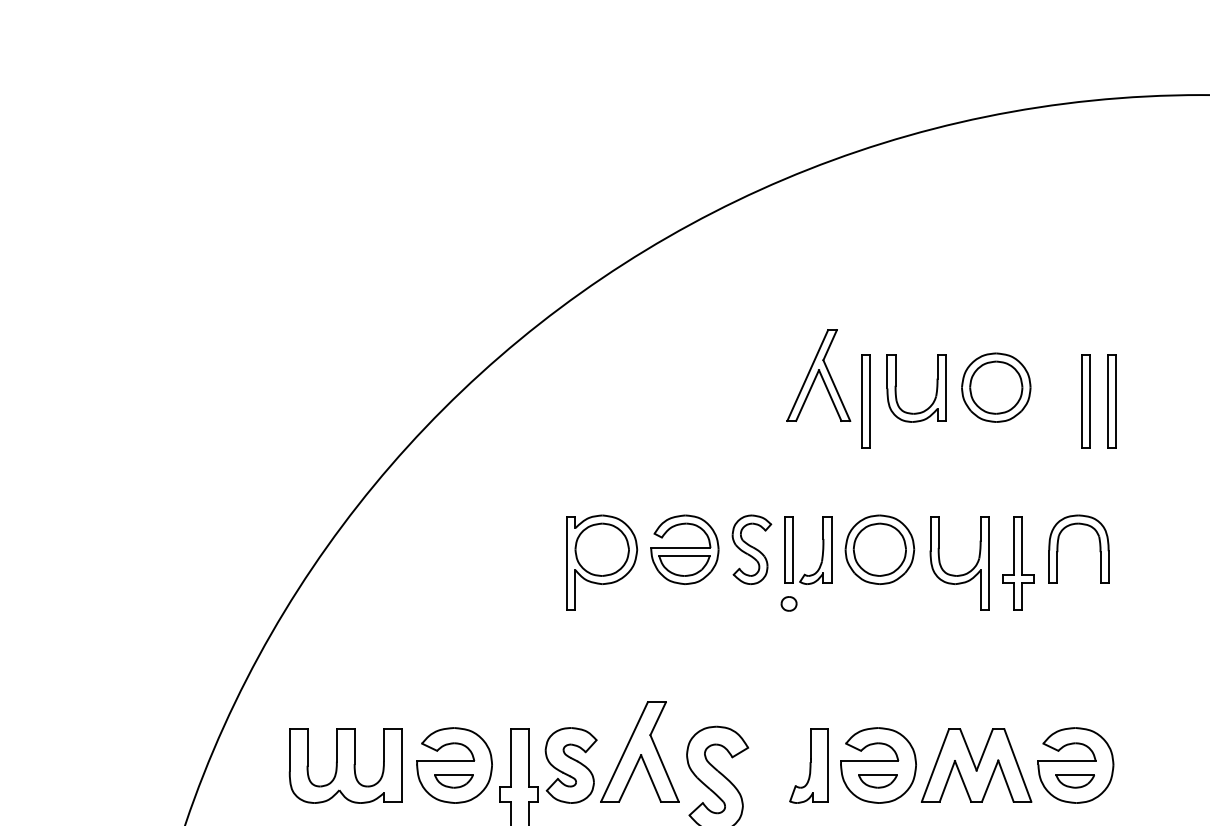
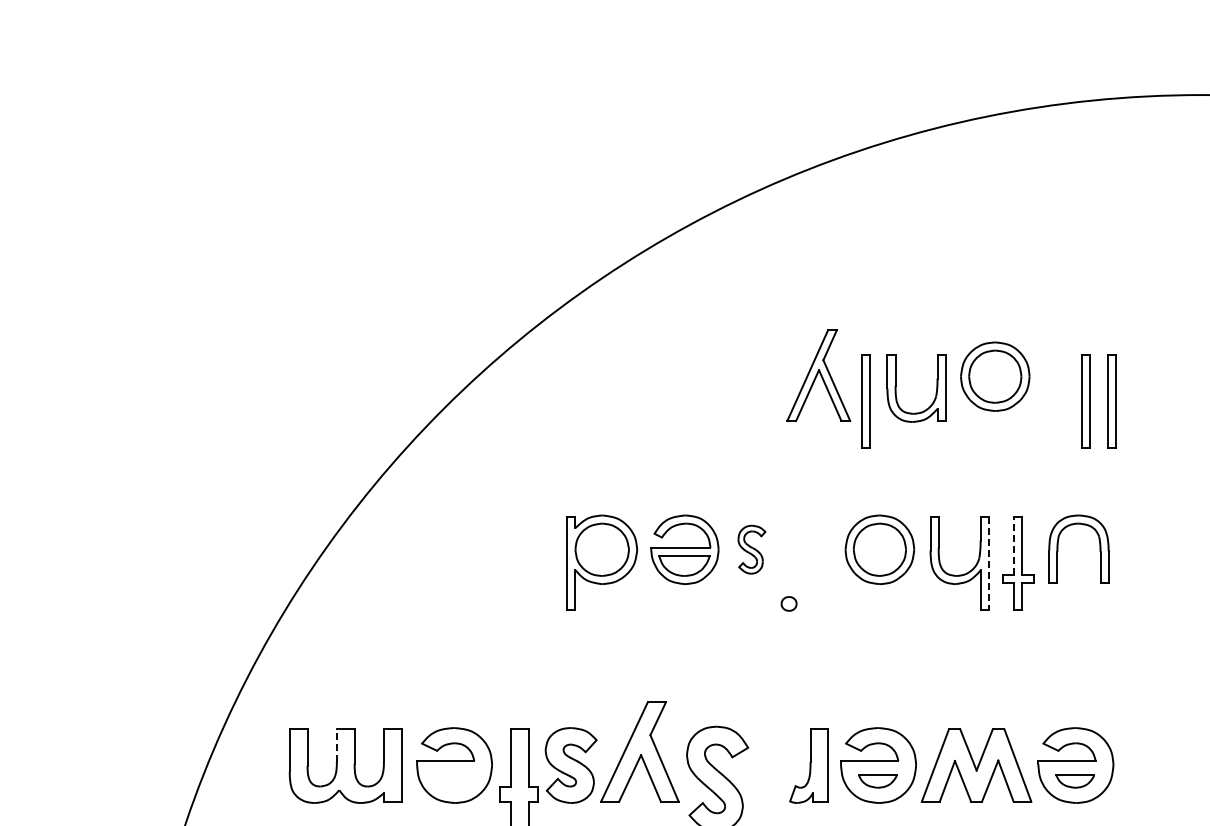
part at (996, 387) position: (996, 387) -> (995, 376)
line at (1014, 545): solid -> dashed
part at (751, 549) size: 42x71 px -> 30x51 px
part at (821, 555): present -> none
line at (988, 563): solid -> dashed
line at (336, 744): solid -> dashed
part at (453, 781): present -> none
